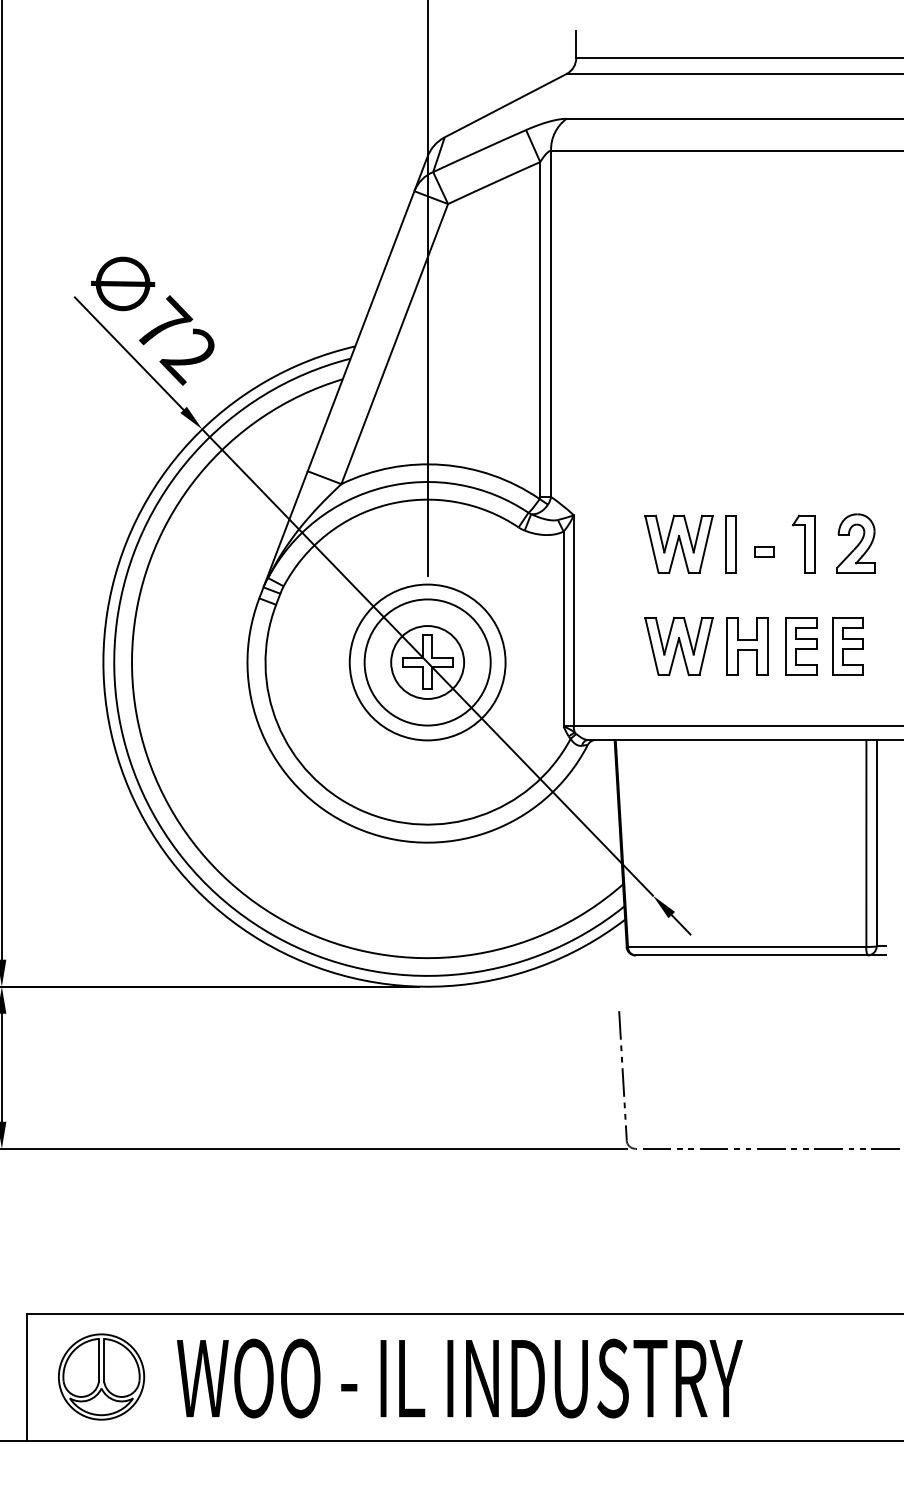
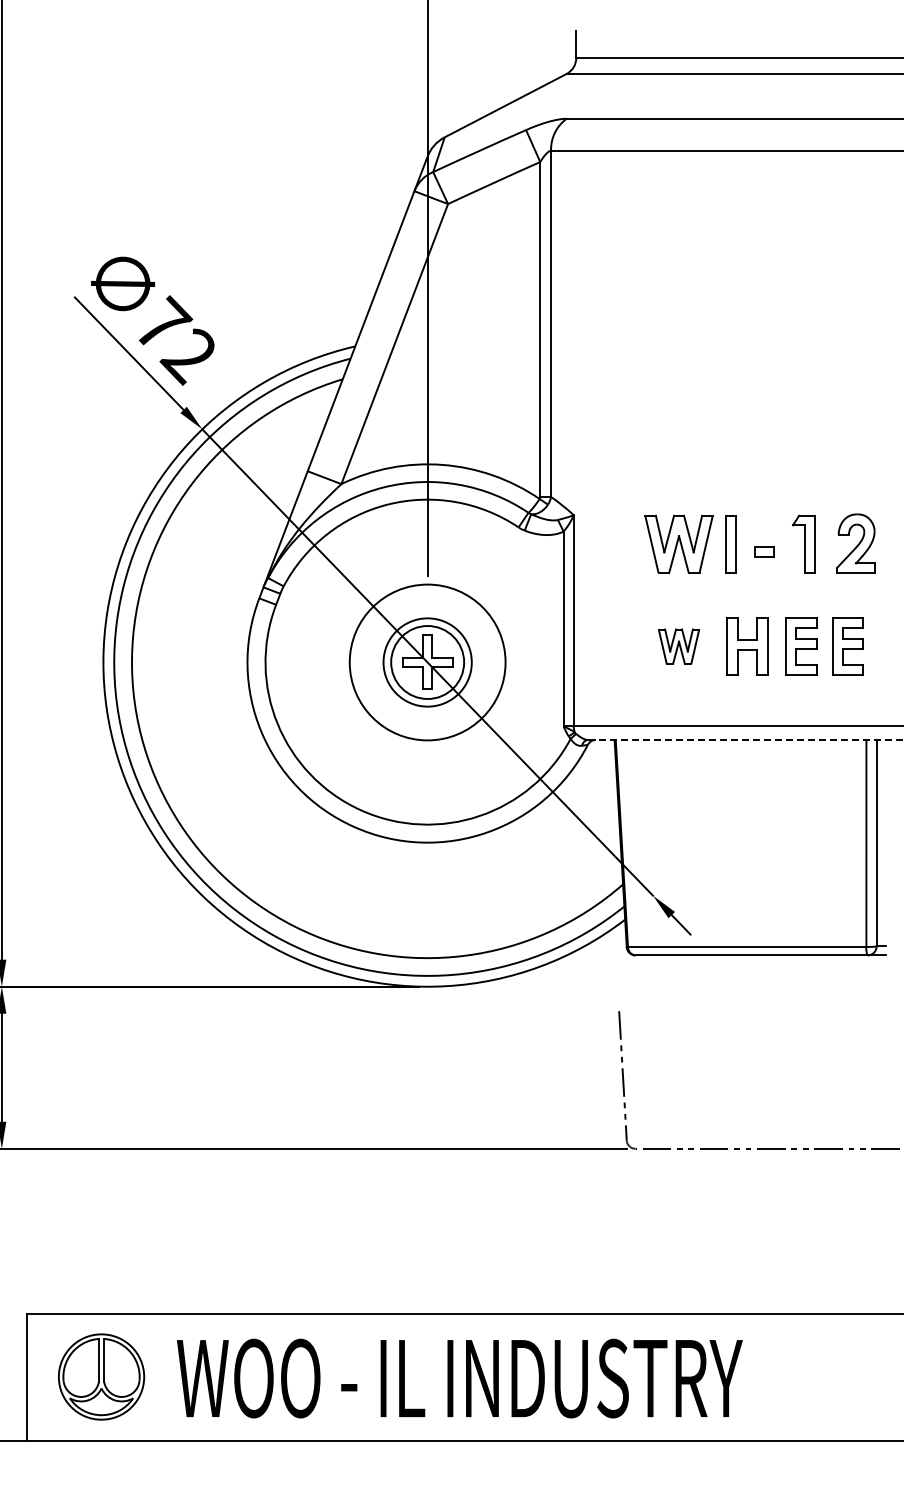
part at (678, 646) size: 70x60 px -> 42x37 px
circle at (427, 662) diameter: 126 px -> 88 px
line at (745, 739): solid -> dashed
